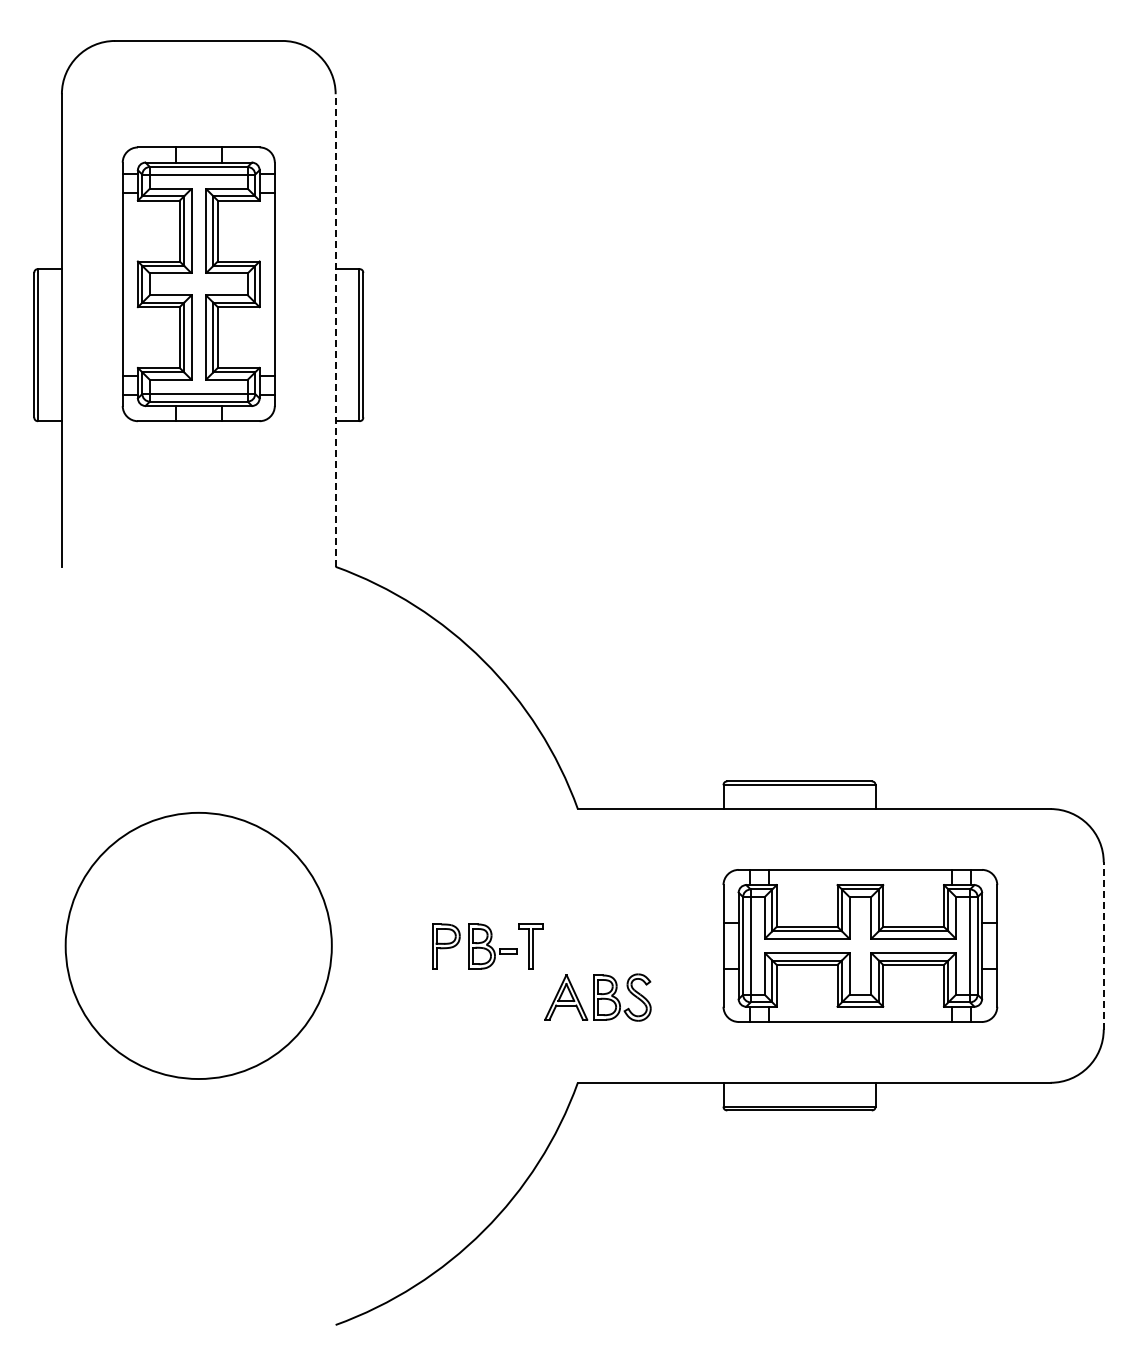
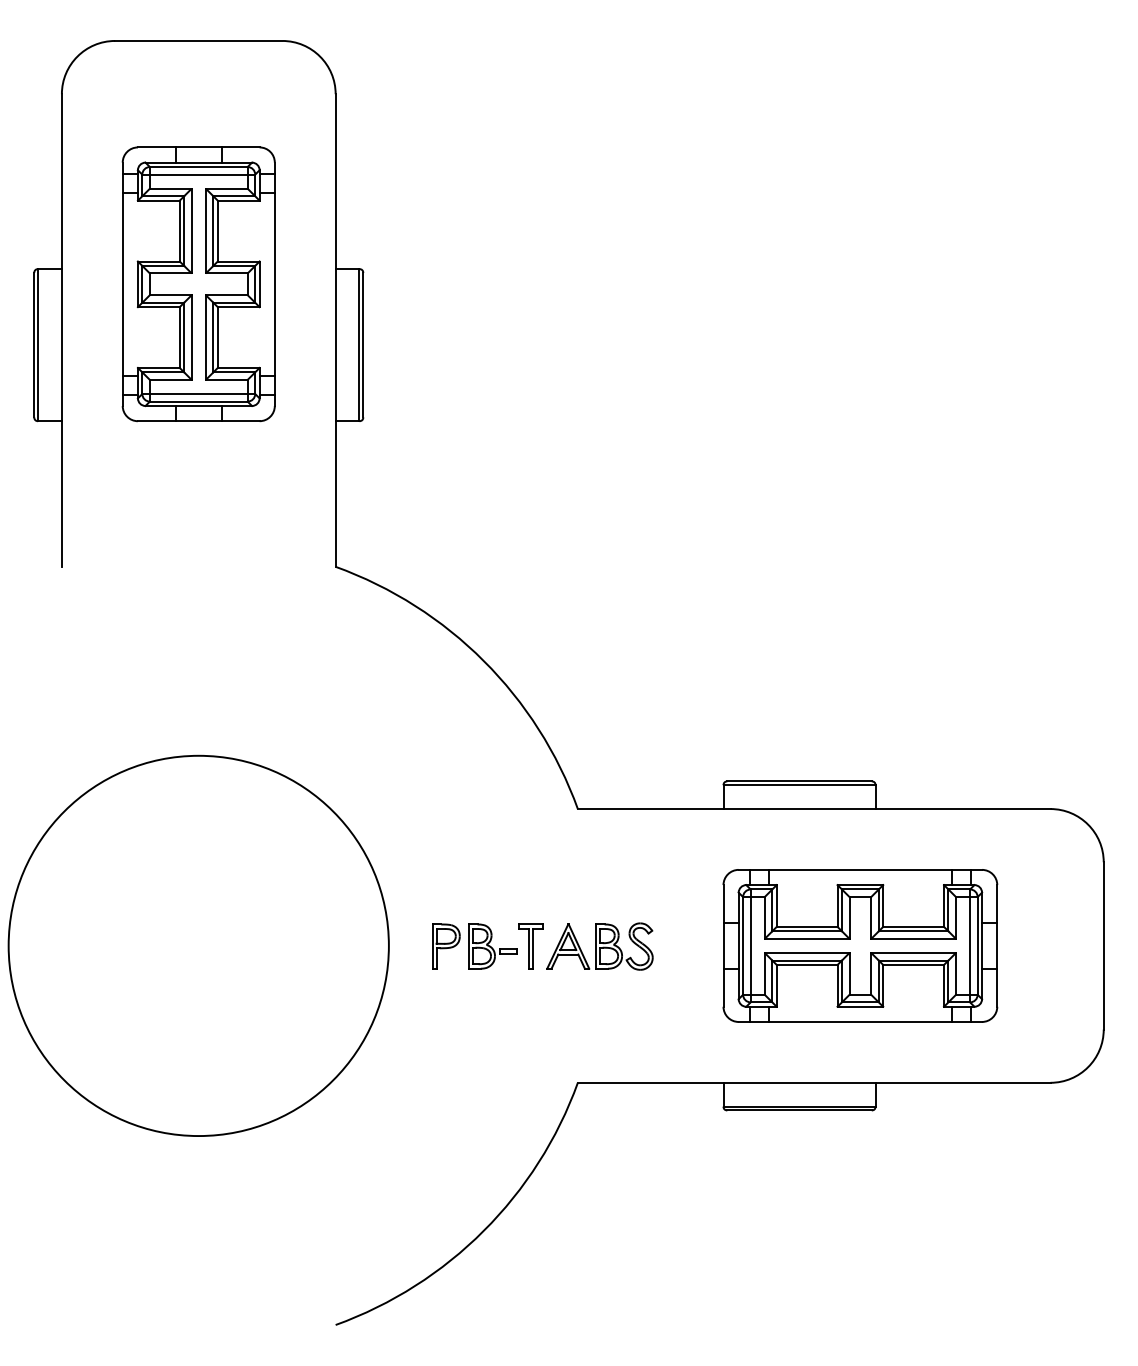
line at (335, 330): dashed -> solid
circle at (198, 945) diameter: 266 px -> 380 px
line at (1103, 945): dashed -> solid
part at (597, 997) position: (597, 997) -> (599, 946)
